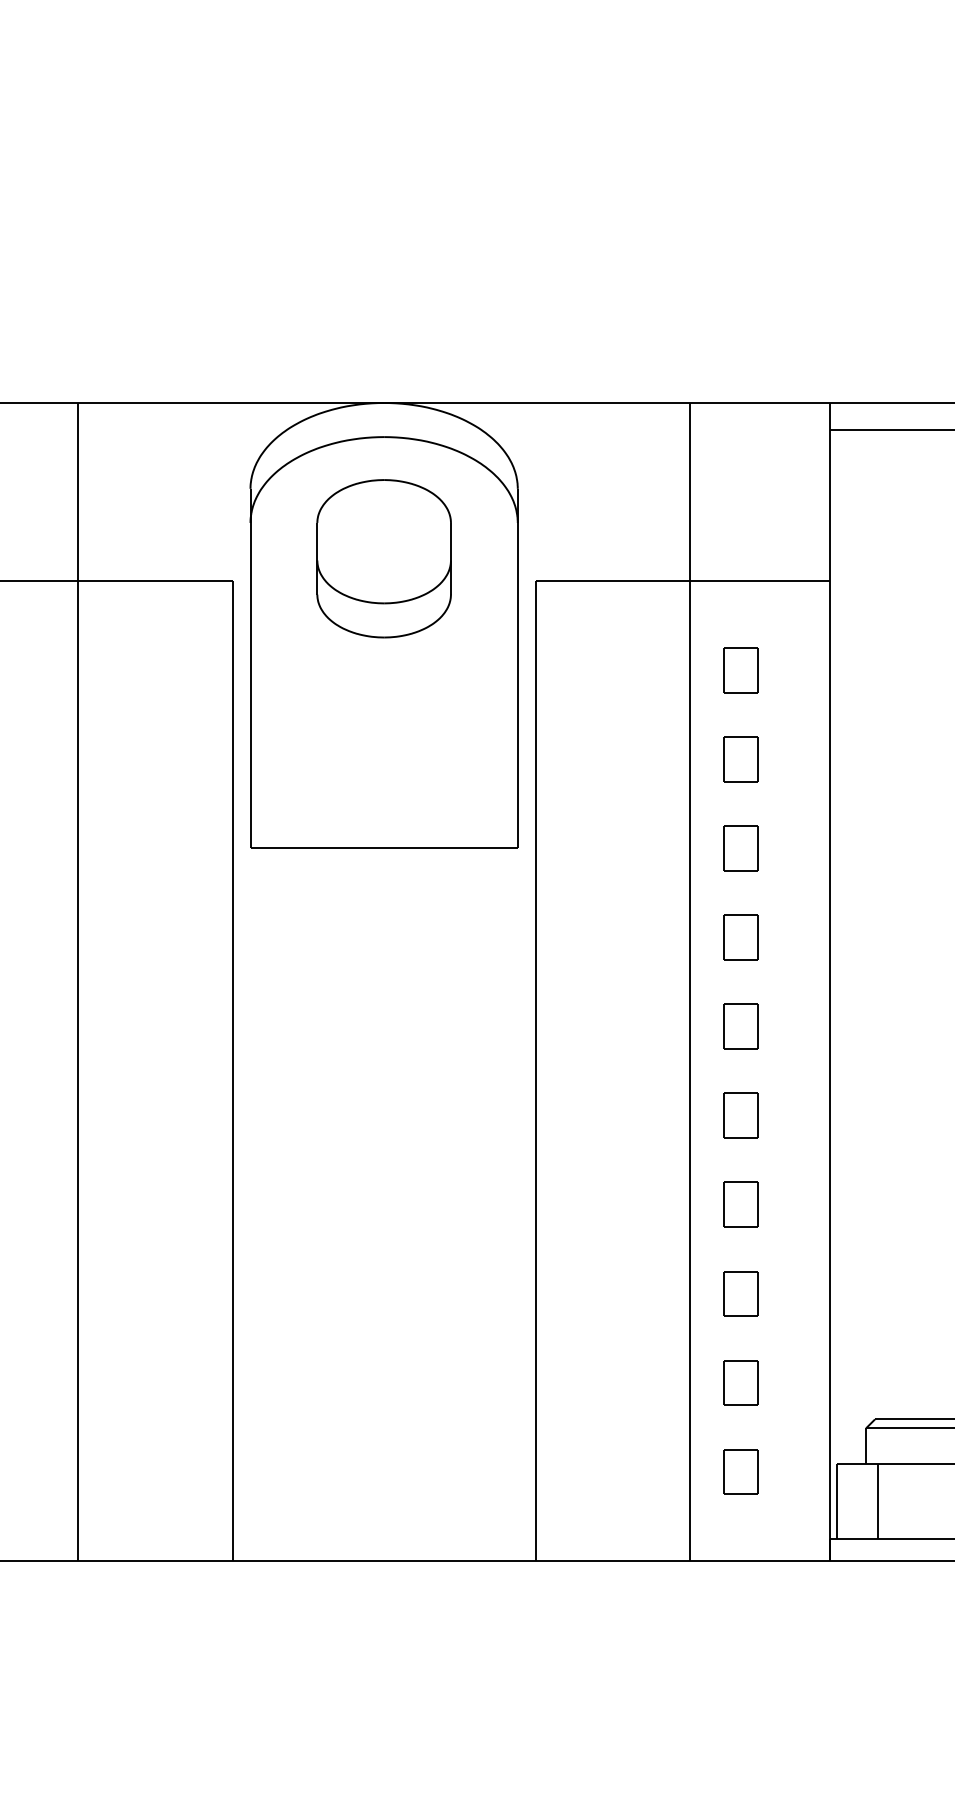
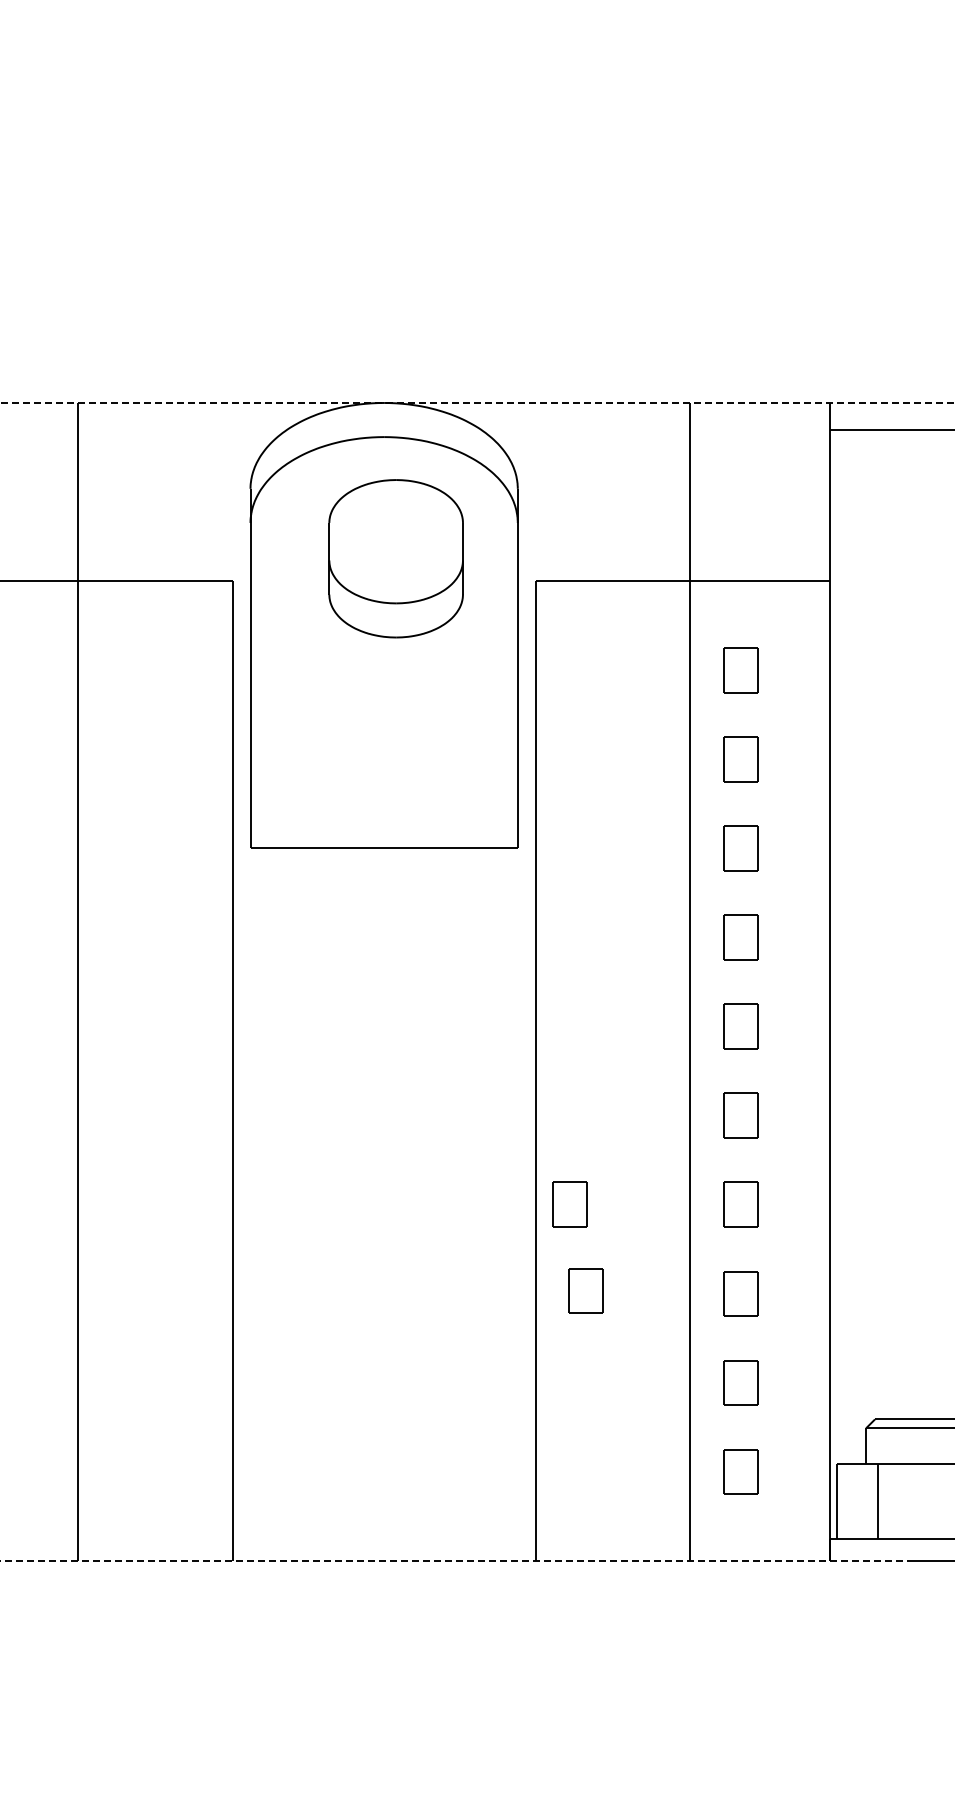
line at (477, 402): solid -> dashed
part at (383, 558) position: (383, 558) -> (395, 558)
part at (569, 1204): none -> present
part at (585, 1290): none -> present
line at (457, 1561): solid -> dashed
